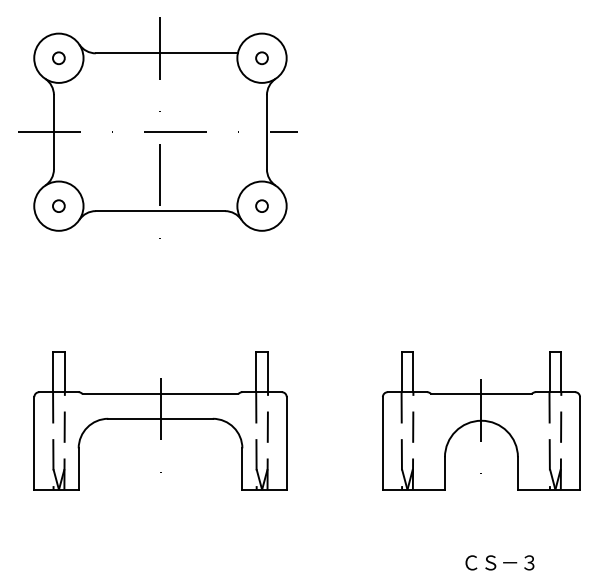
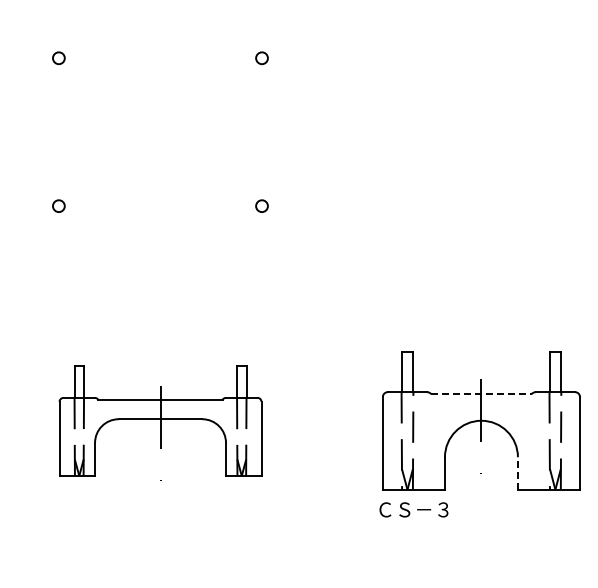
part at (157, 127): present -> none
line at (481, 394): solid -> dashed
part at (160, 420) size: 255x140 px -> 205x112 px
line at (517, 473): solid -> dashed
text at (499, 562) position: (499, 562) -> (413, 509)
